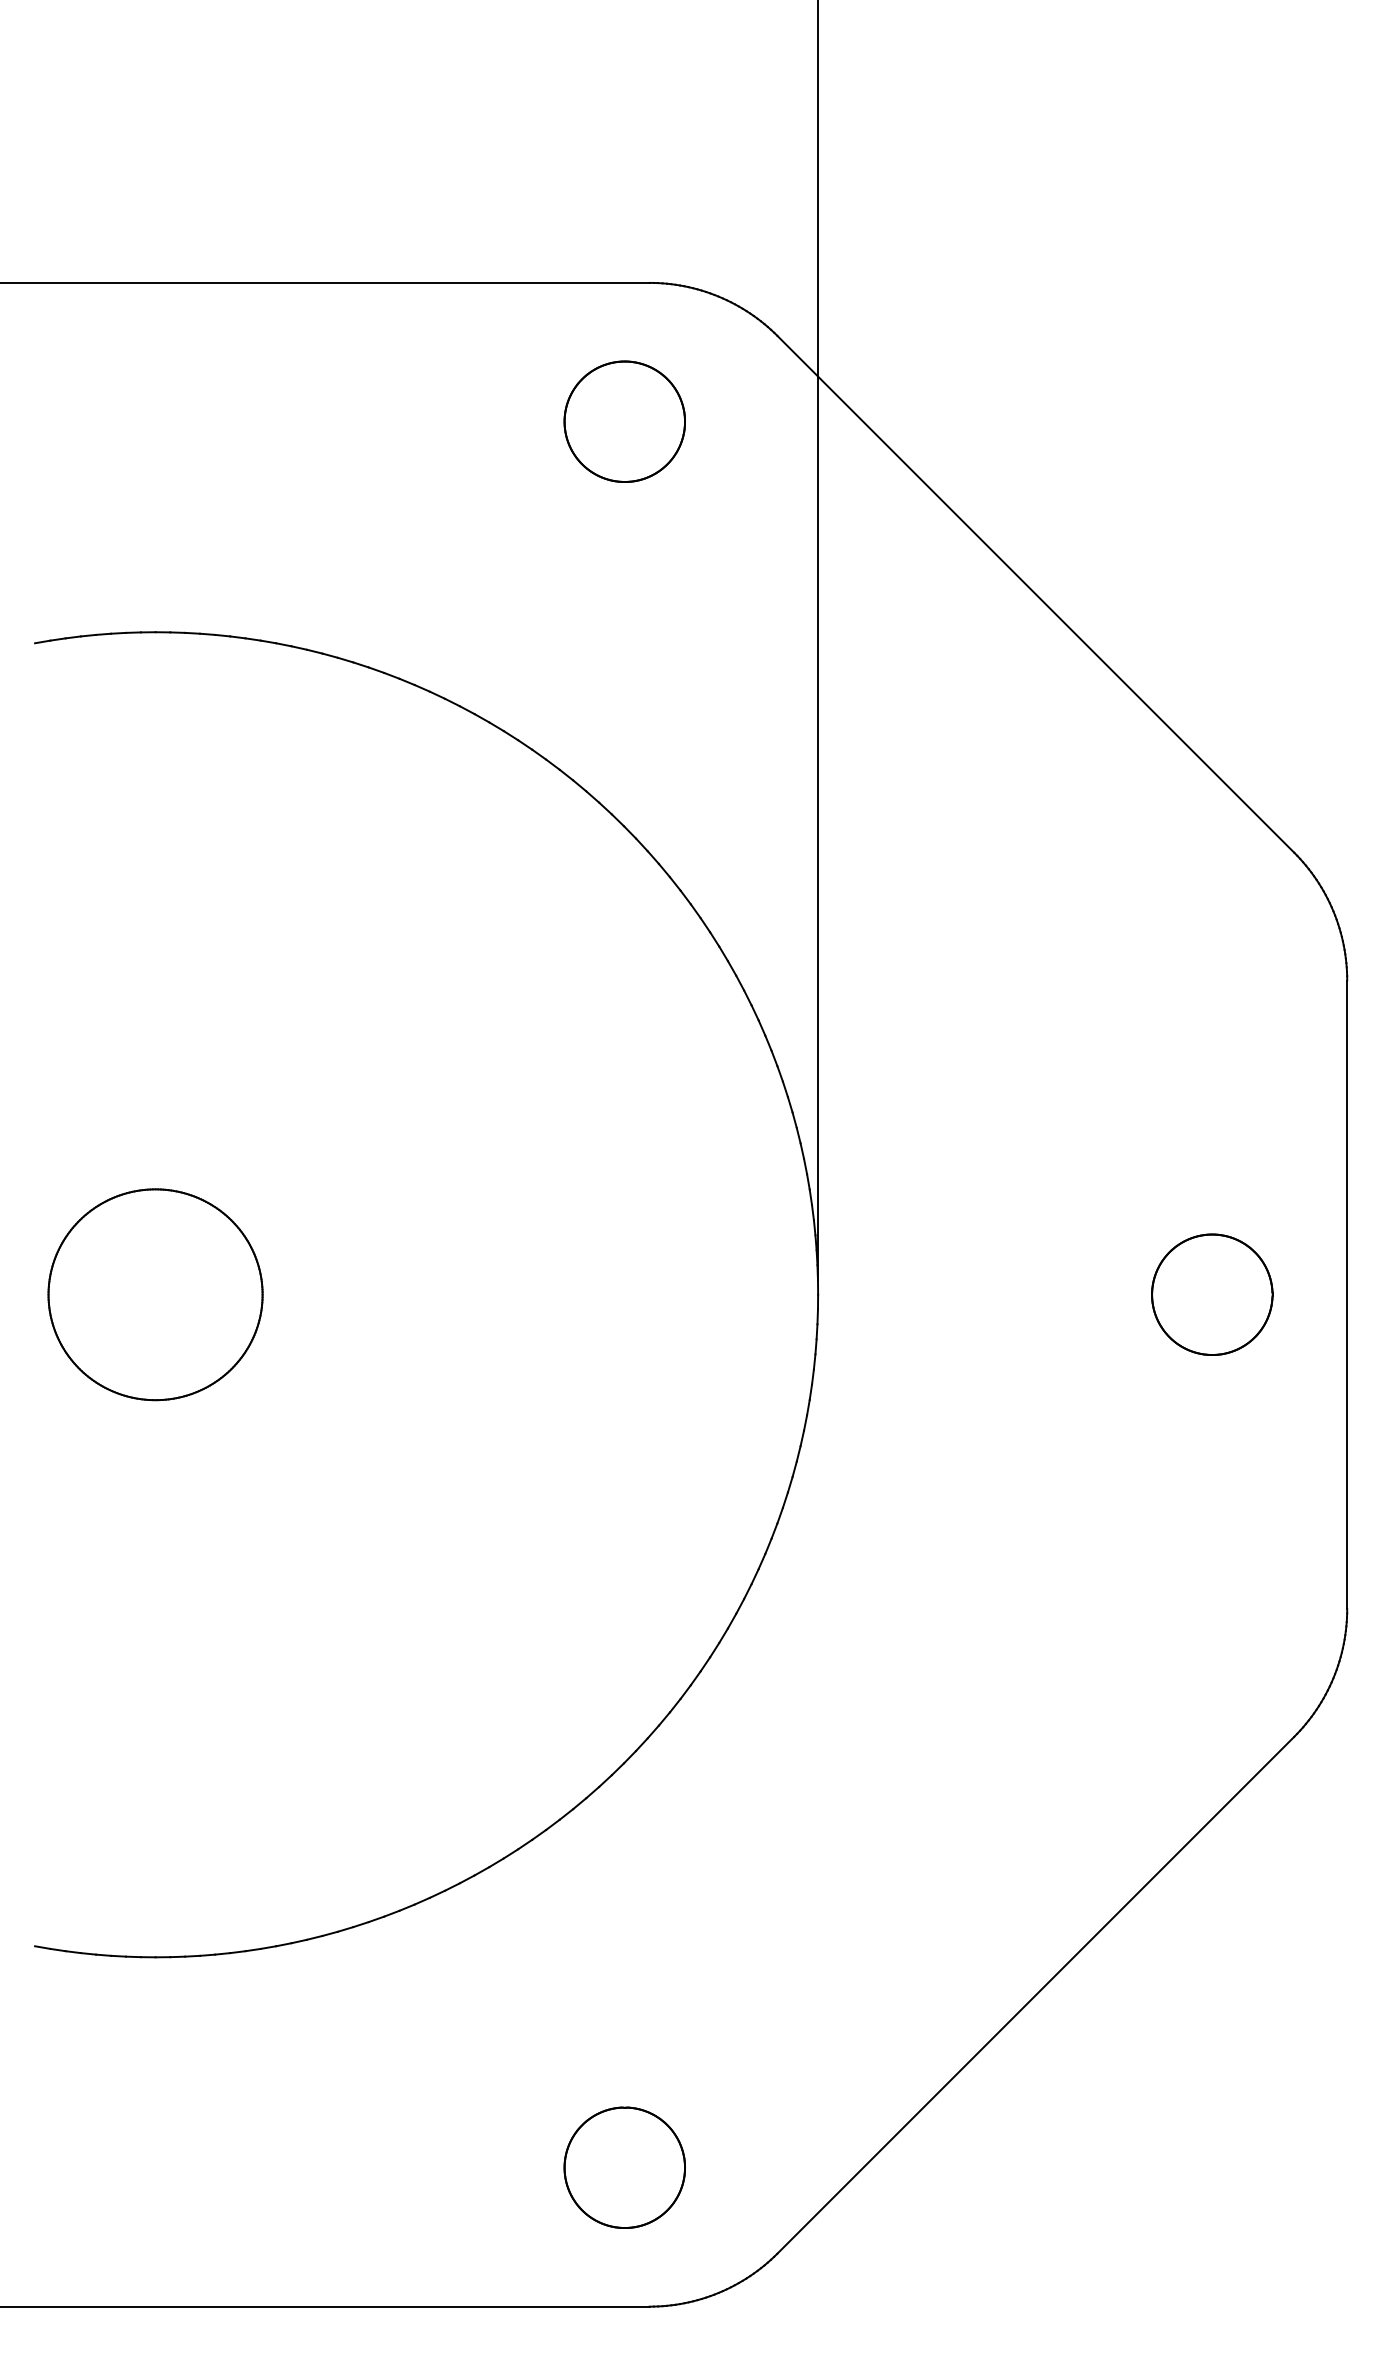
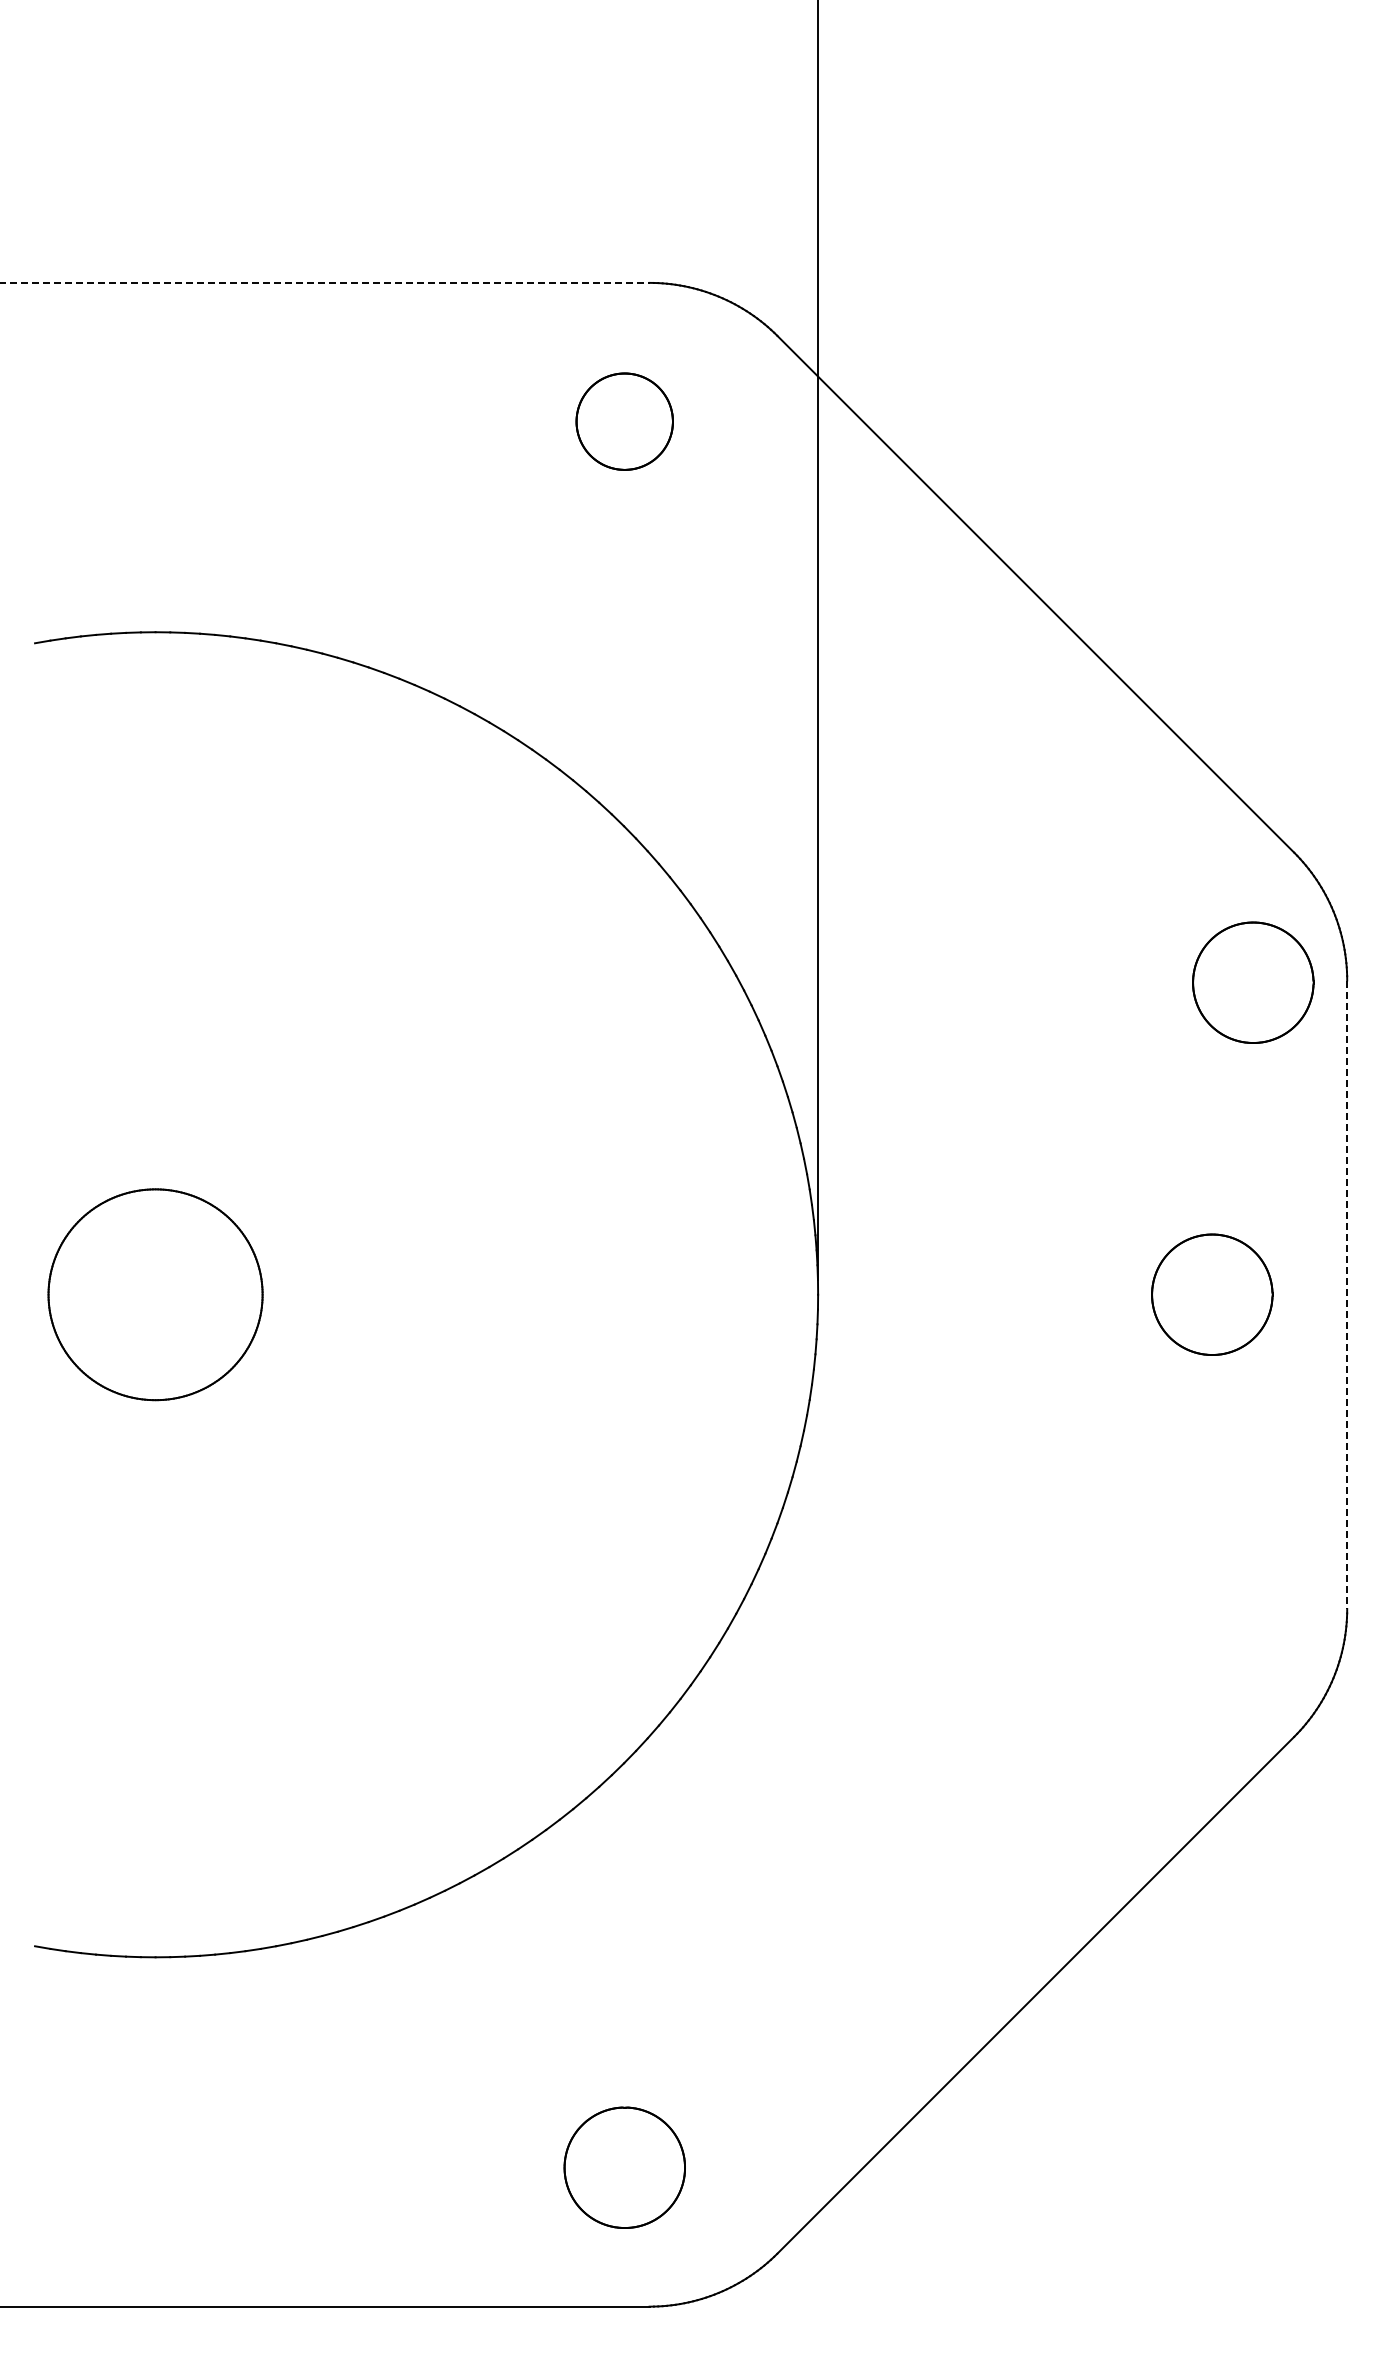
line at (325, 282): solid -> dashed
part at (624, 421) size: 123x123 px -> 99x99 px
part at (1253, 982): none -> present
line at (1347, 1295): solid -> dashed
